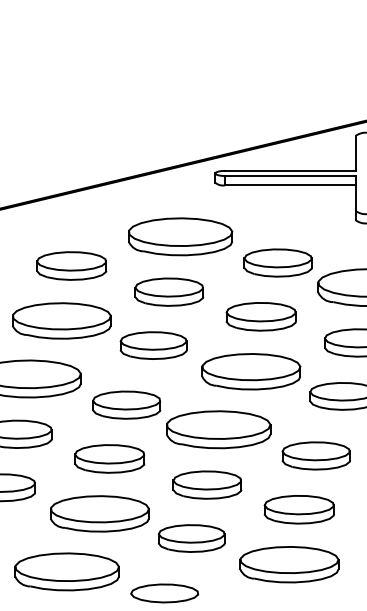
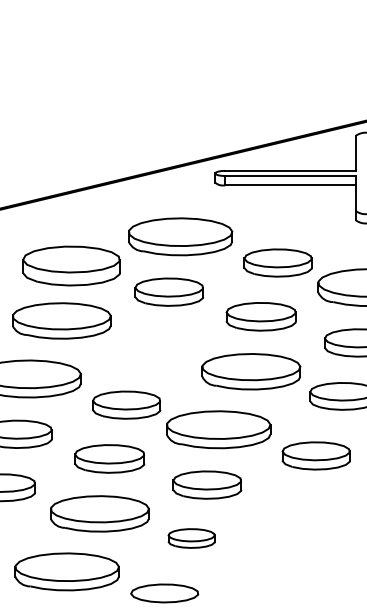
part at (71, 265) size: 72x30 px -> 99x42 px
part at (153, 345): present -> none
part at (298, 509): present -> none
part at (191, 538) size: 69x29 px -> 49x21 px
part at (289, 564): present -> none
